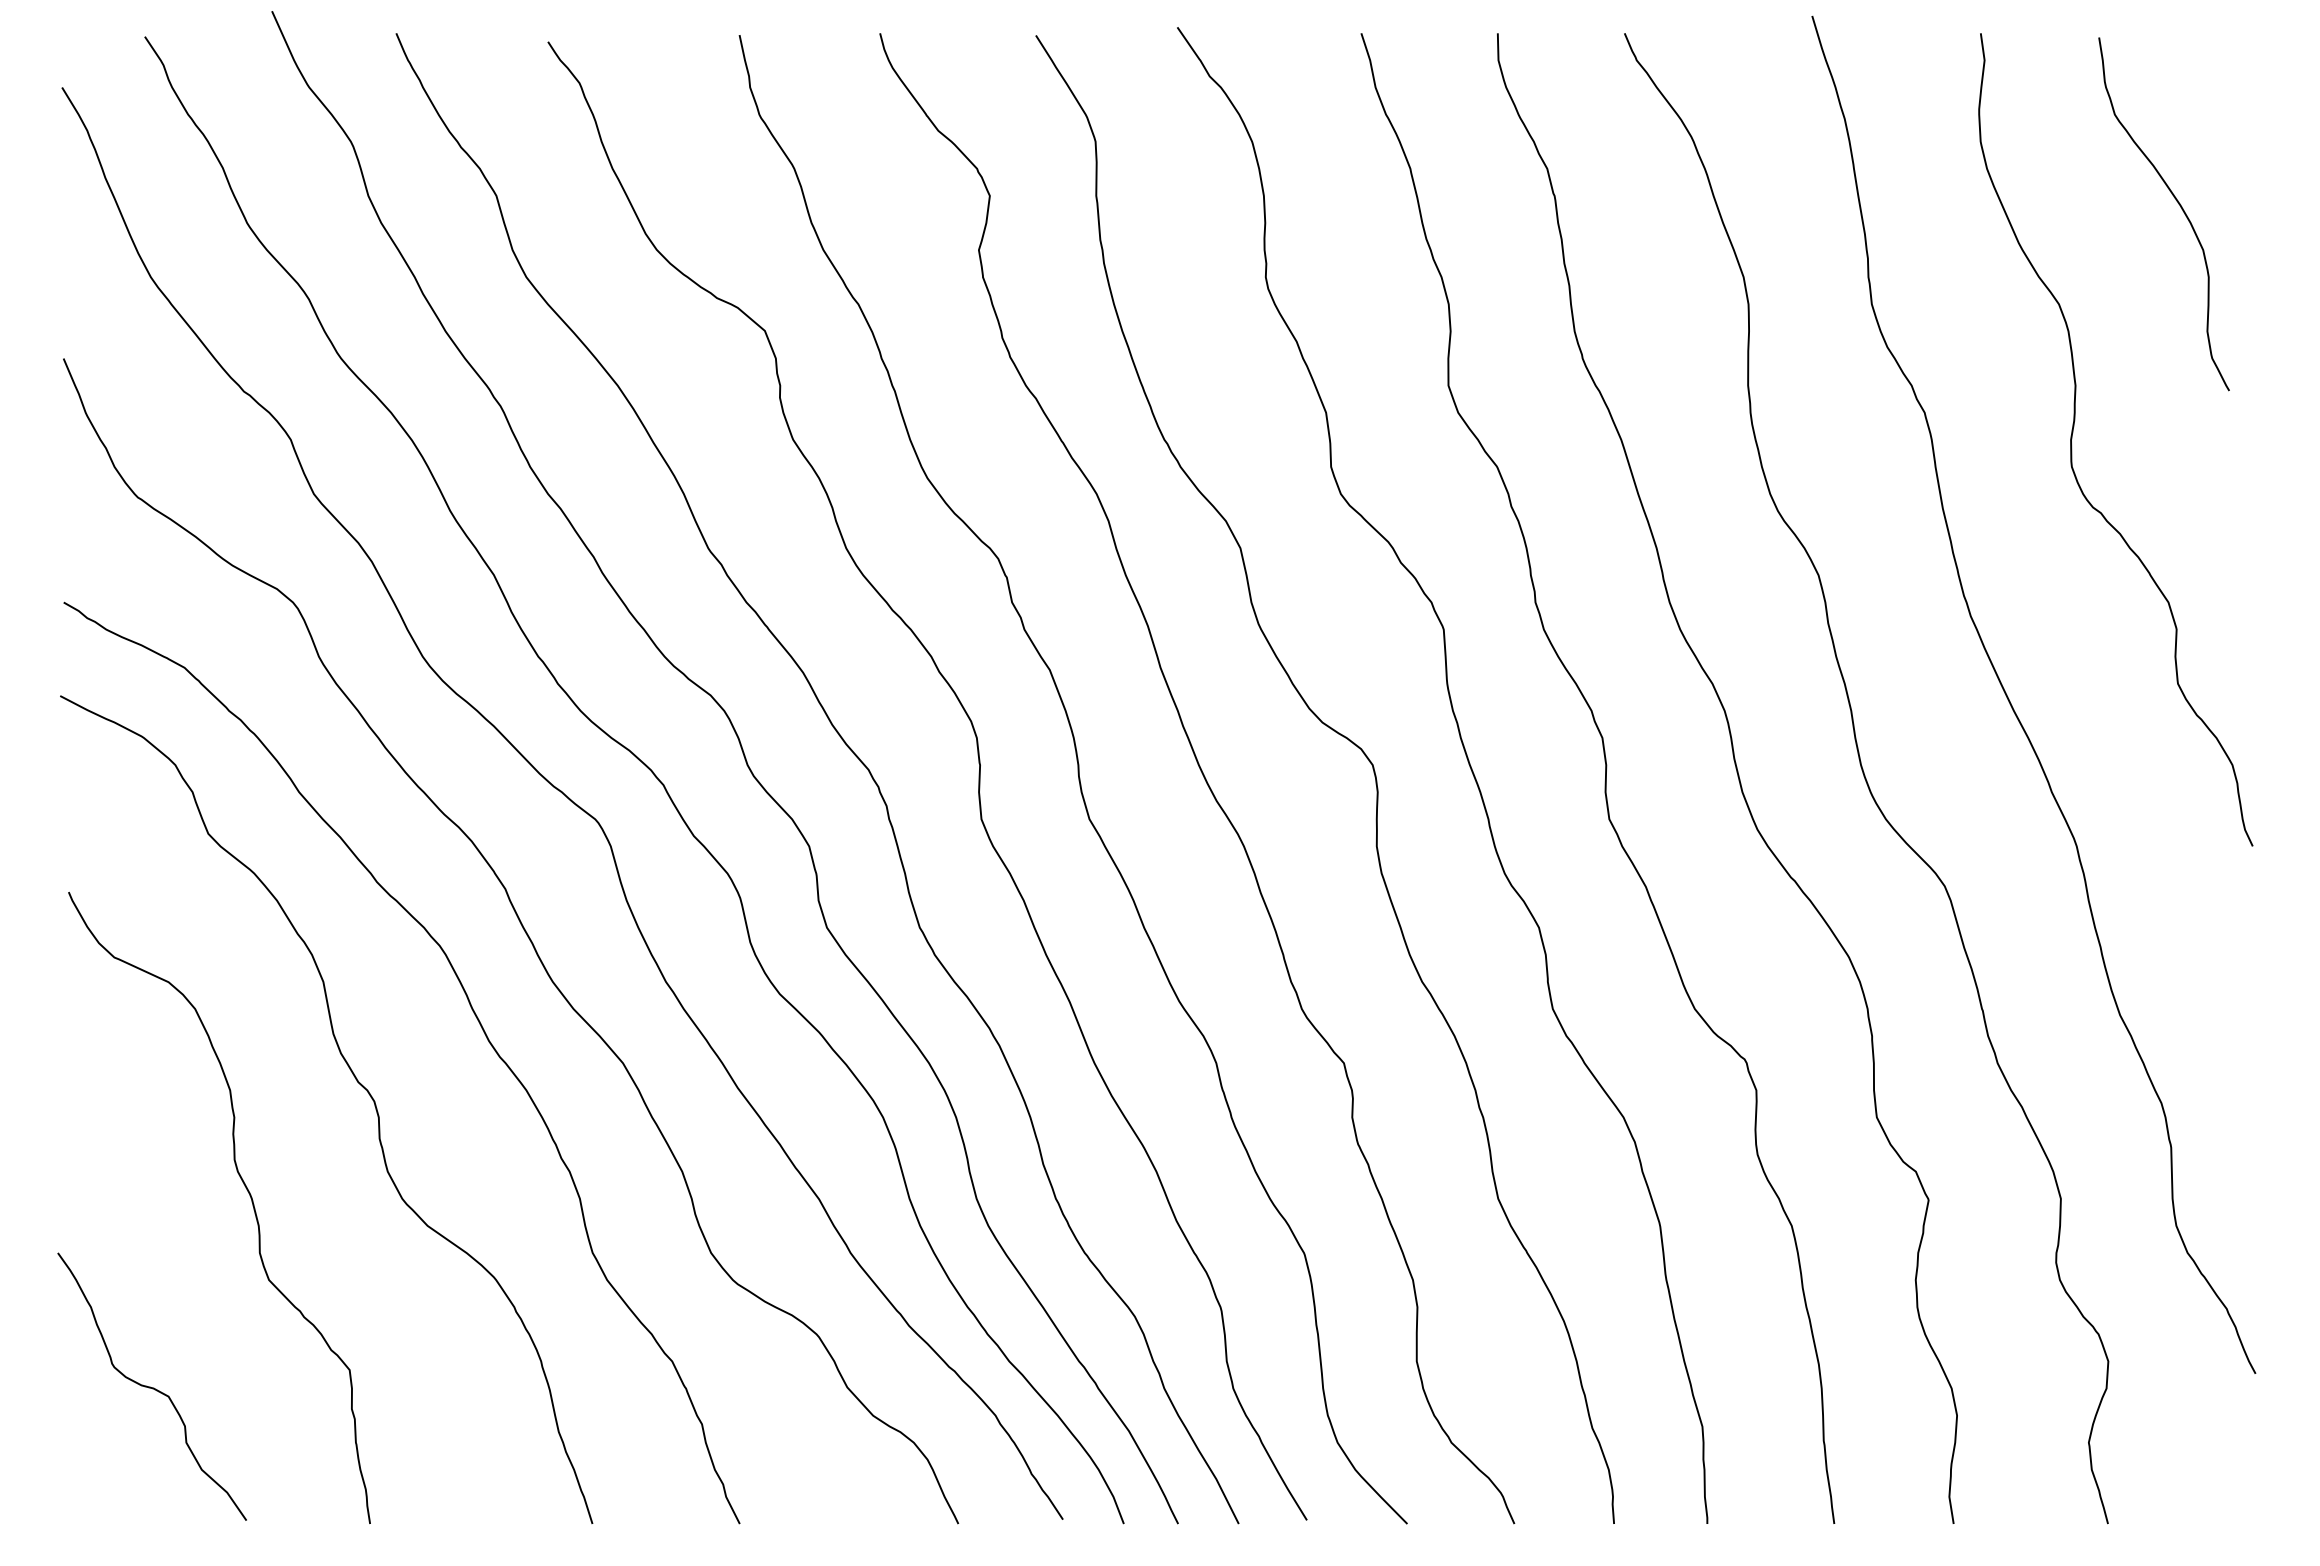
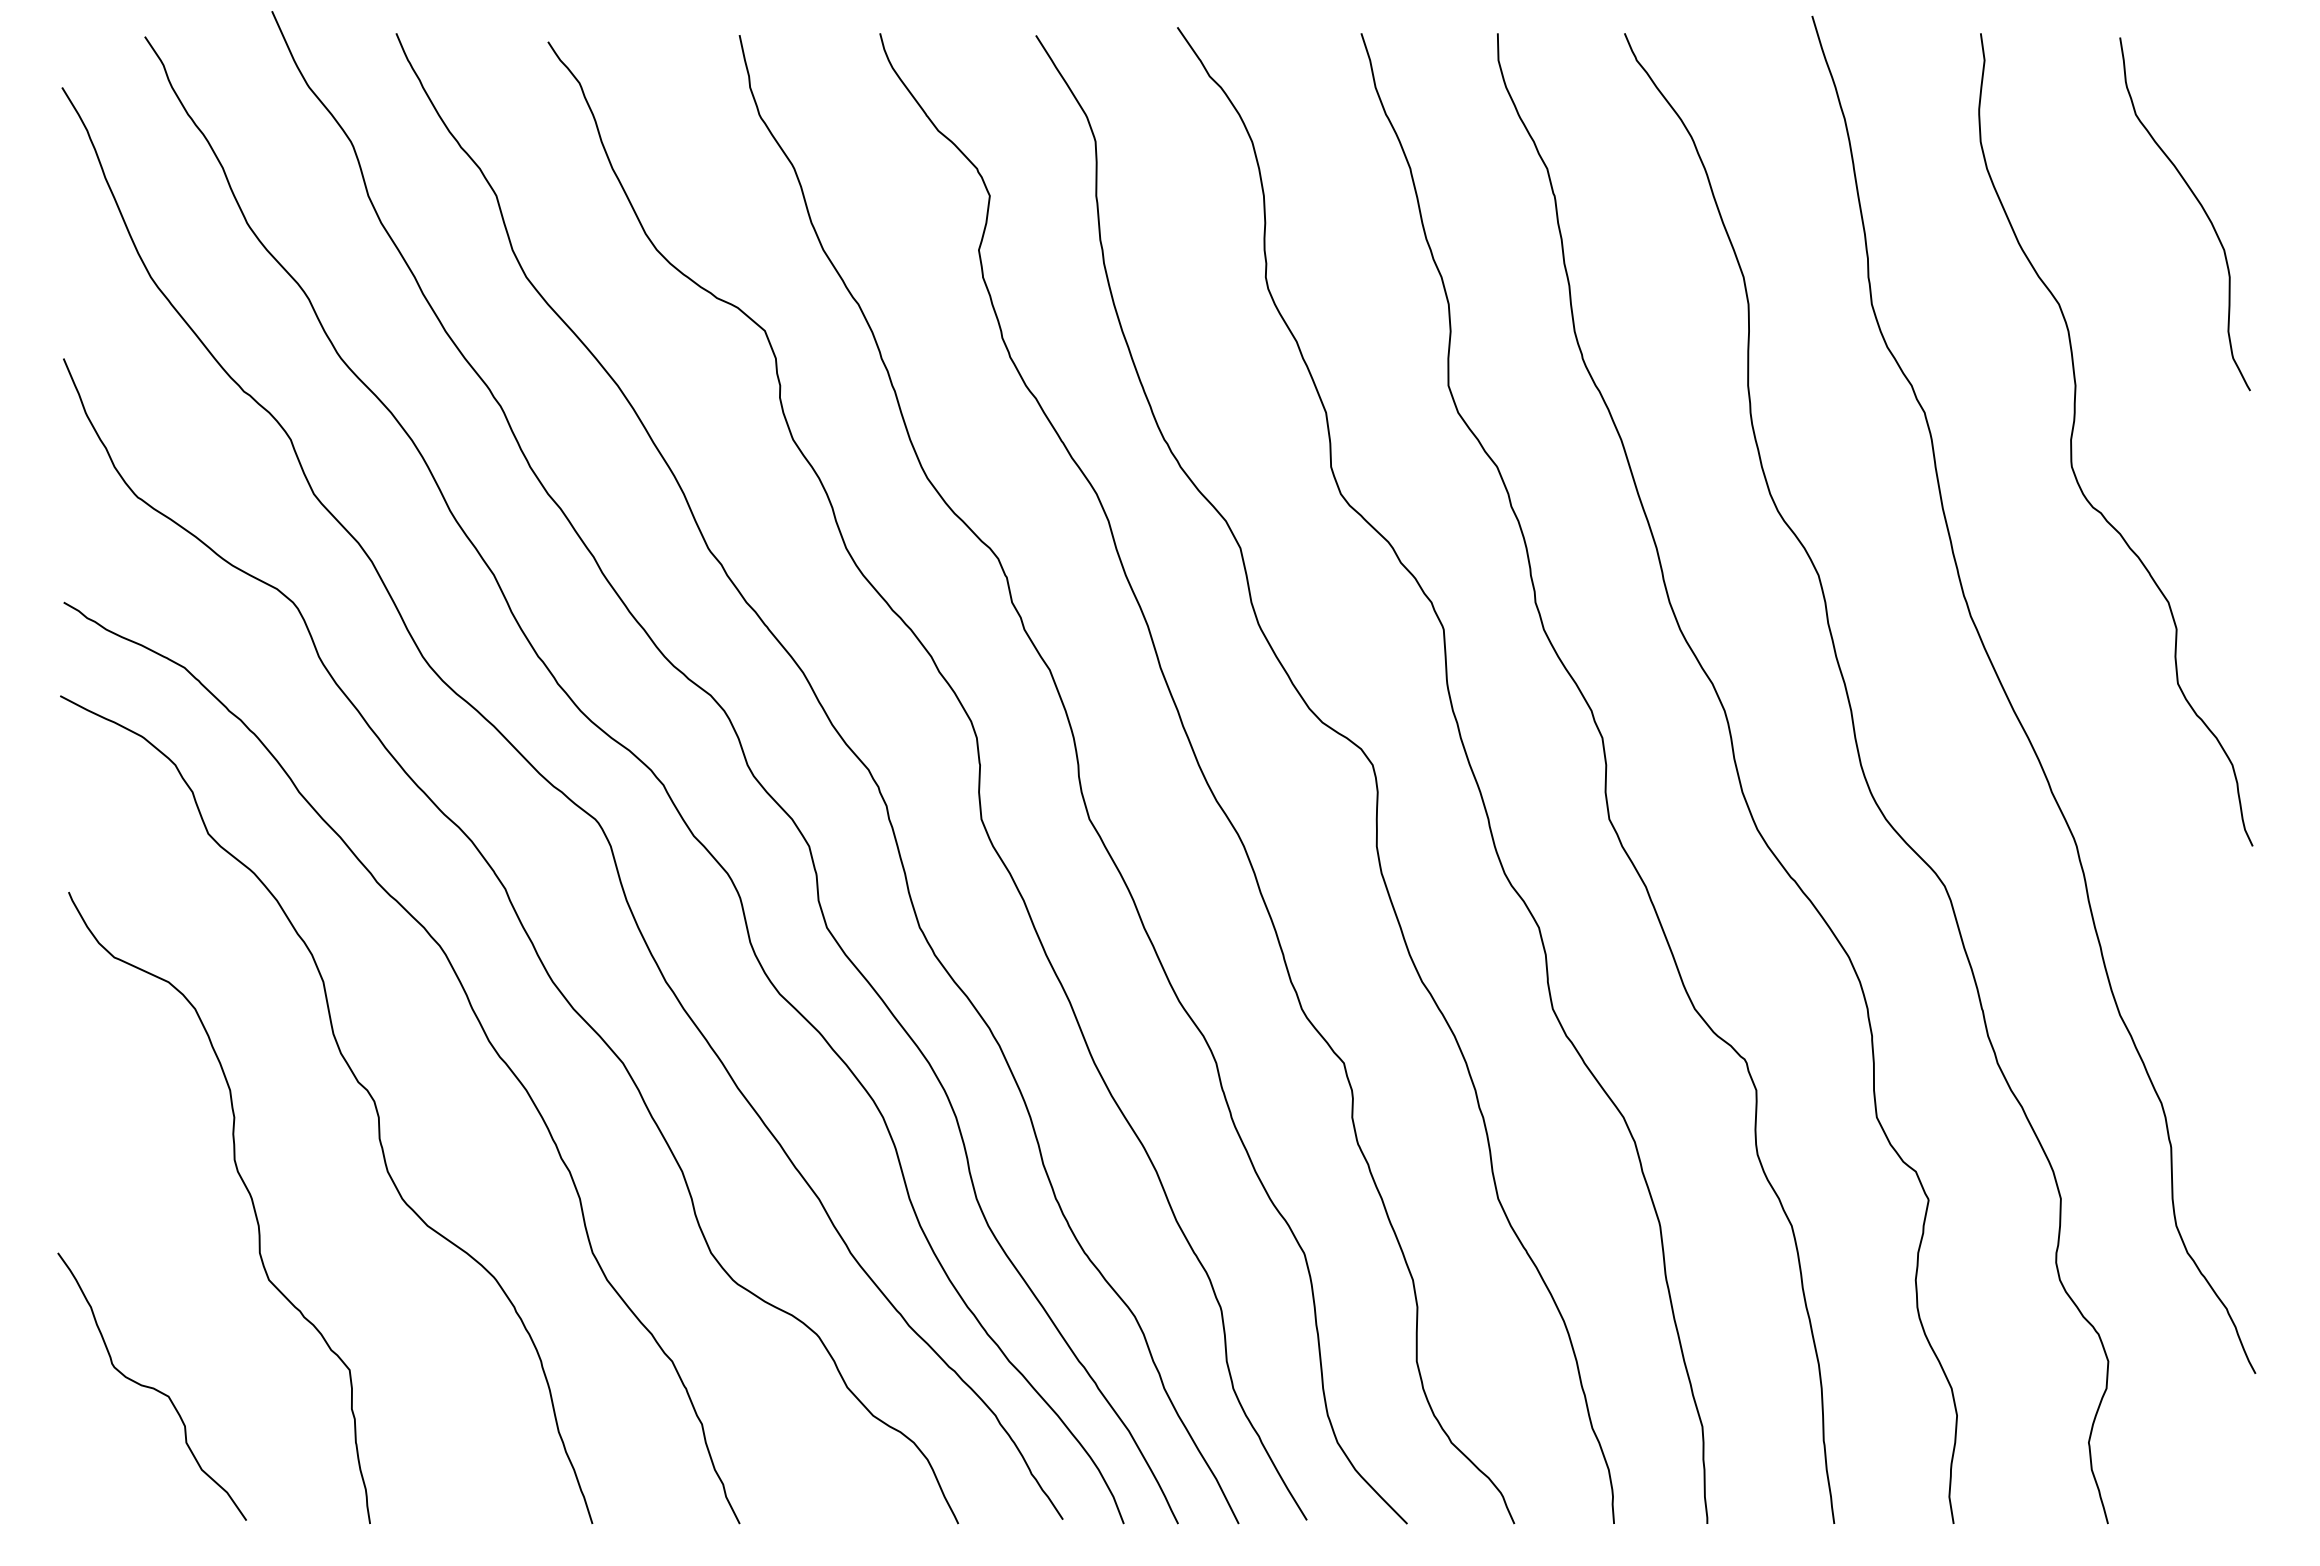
curve at (2178, 204) position: (2178, 204) -> (2199, 204)
